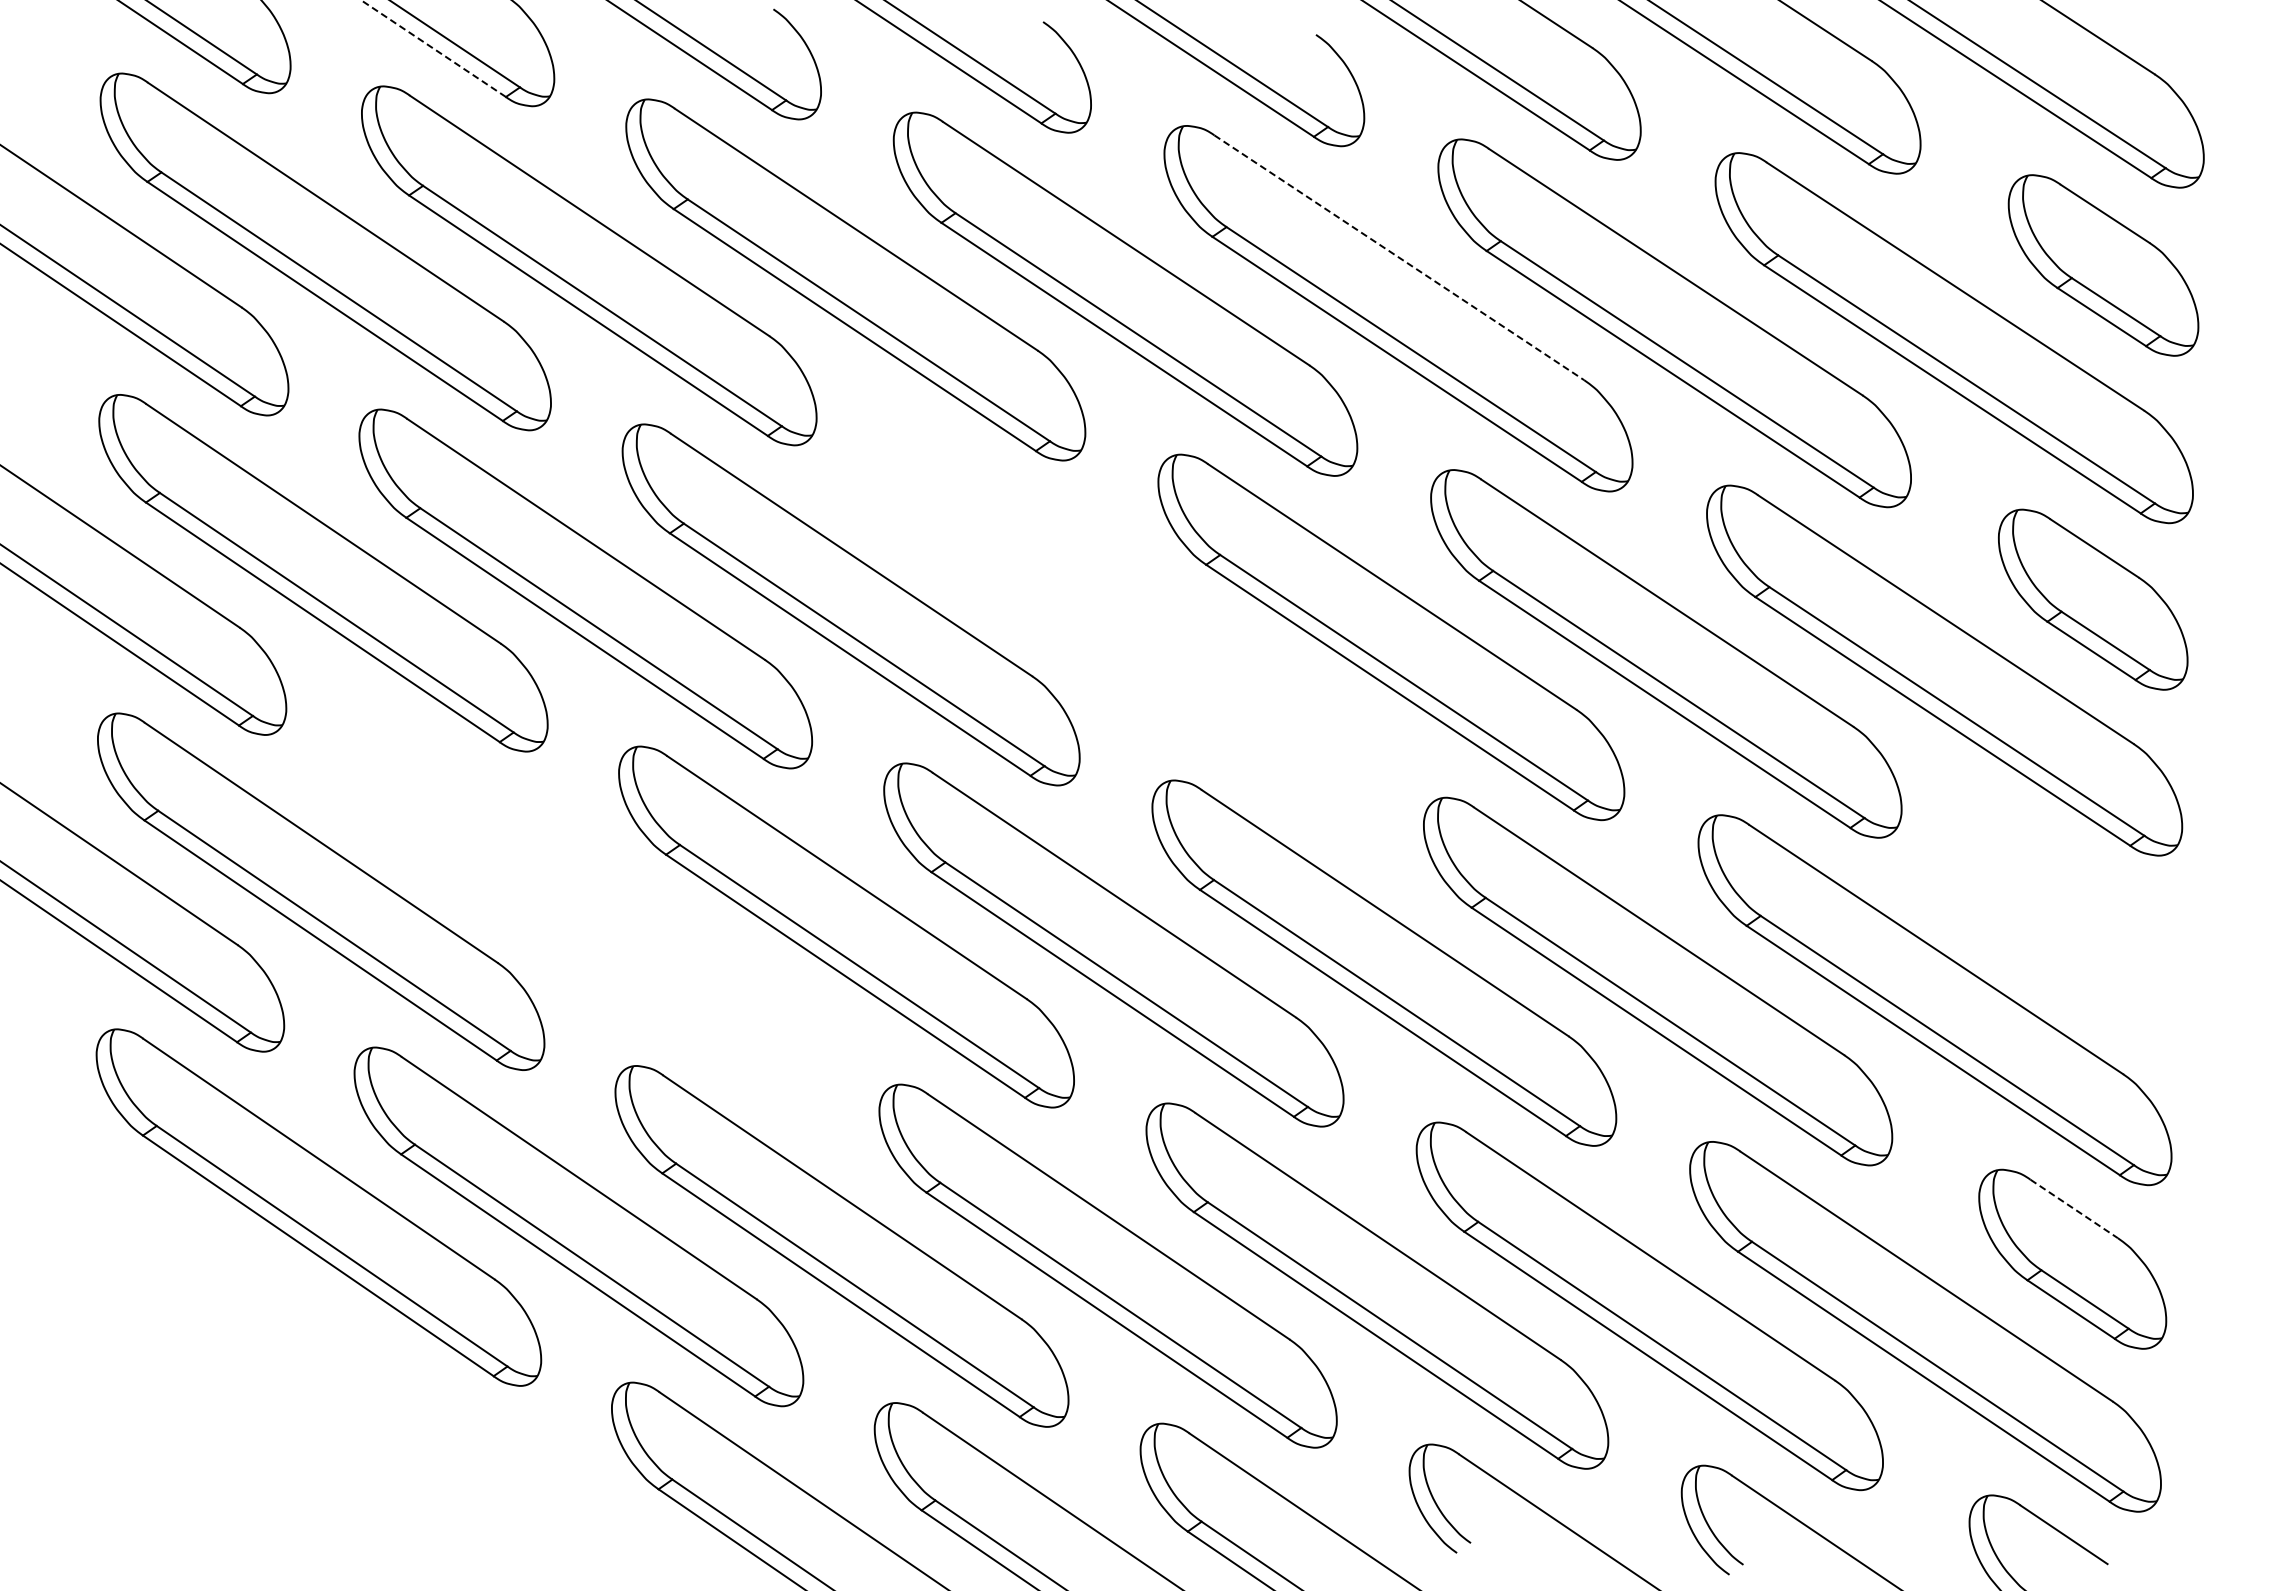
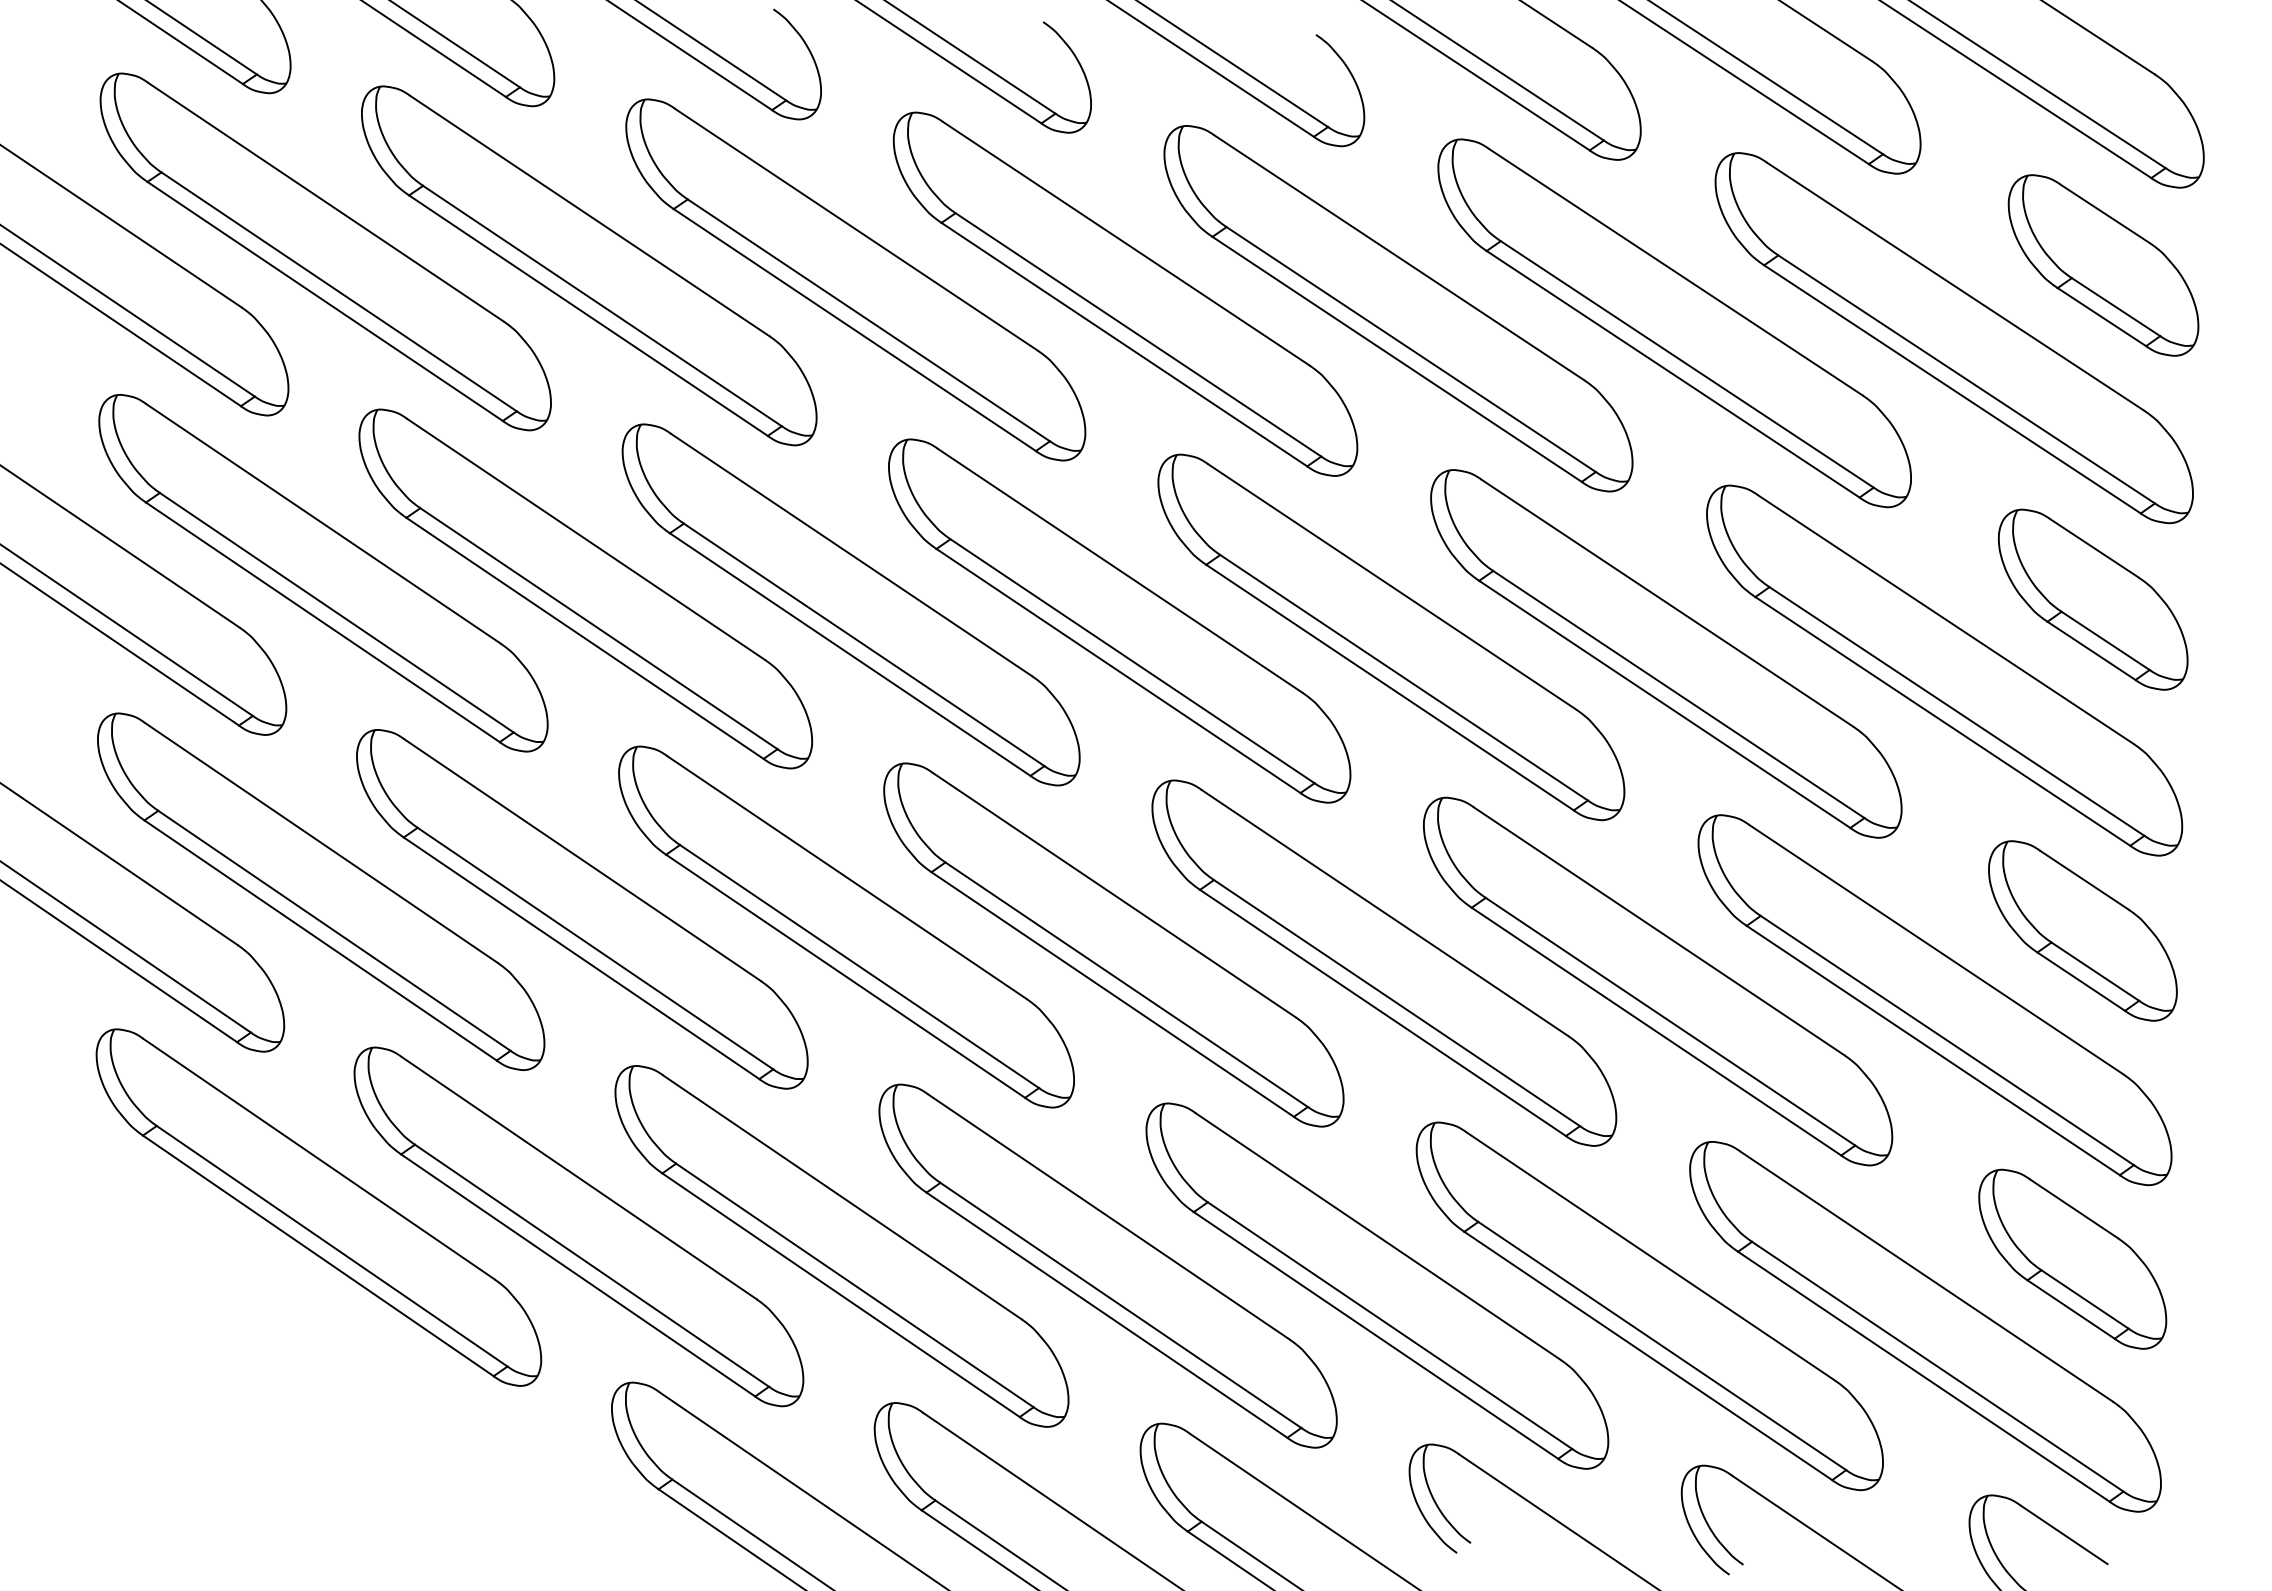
line at (433, 48): dashed -> solid
line at (1399, 257): dashed -> solid
part at (1119, 620): none -> present
part at (582, 909): none -> present
part at (2082, 930): none -> present
line at (2074, 1208): dashed -> solid
